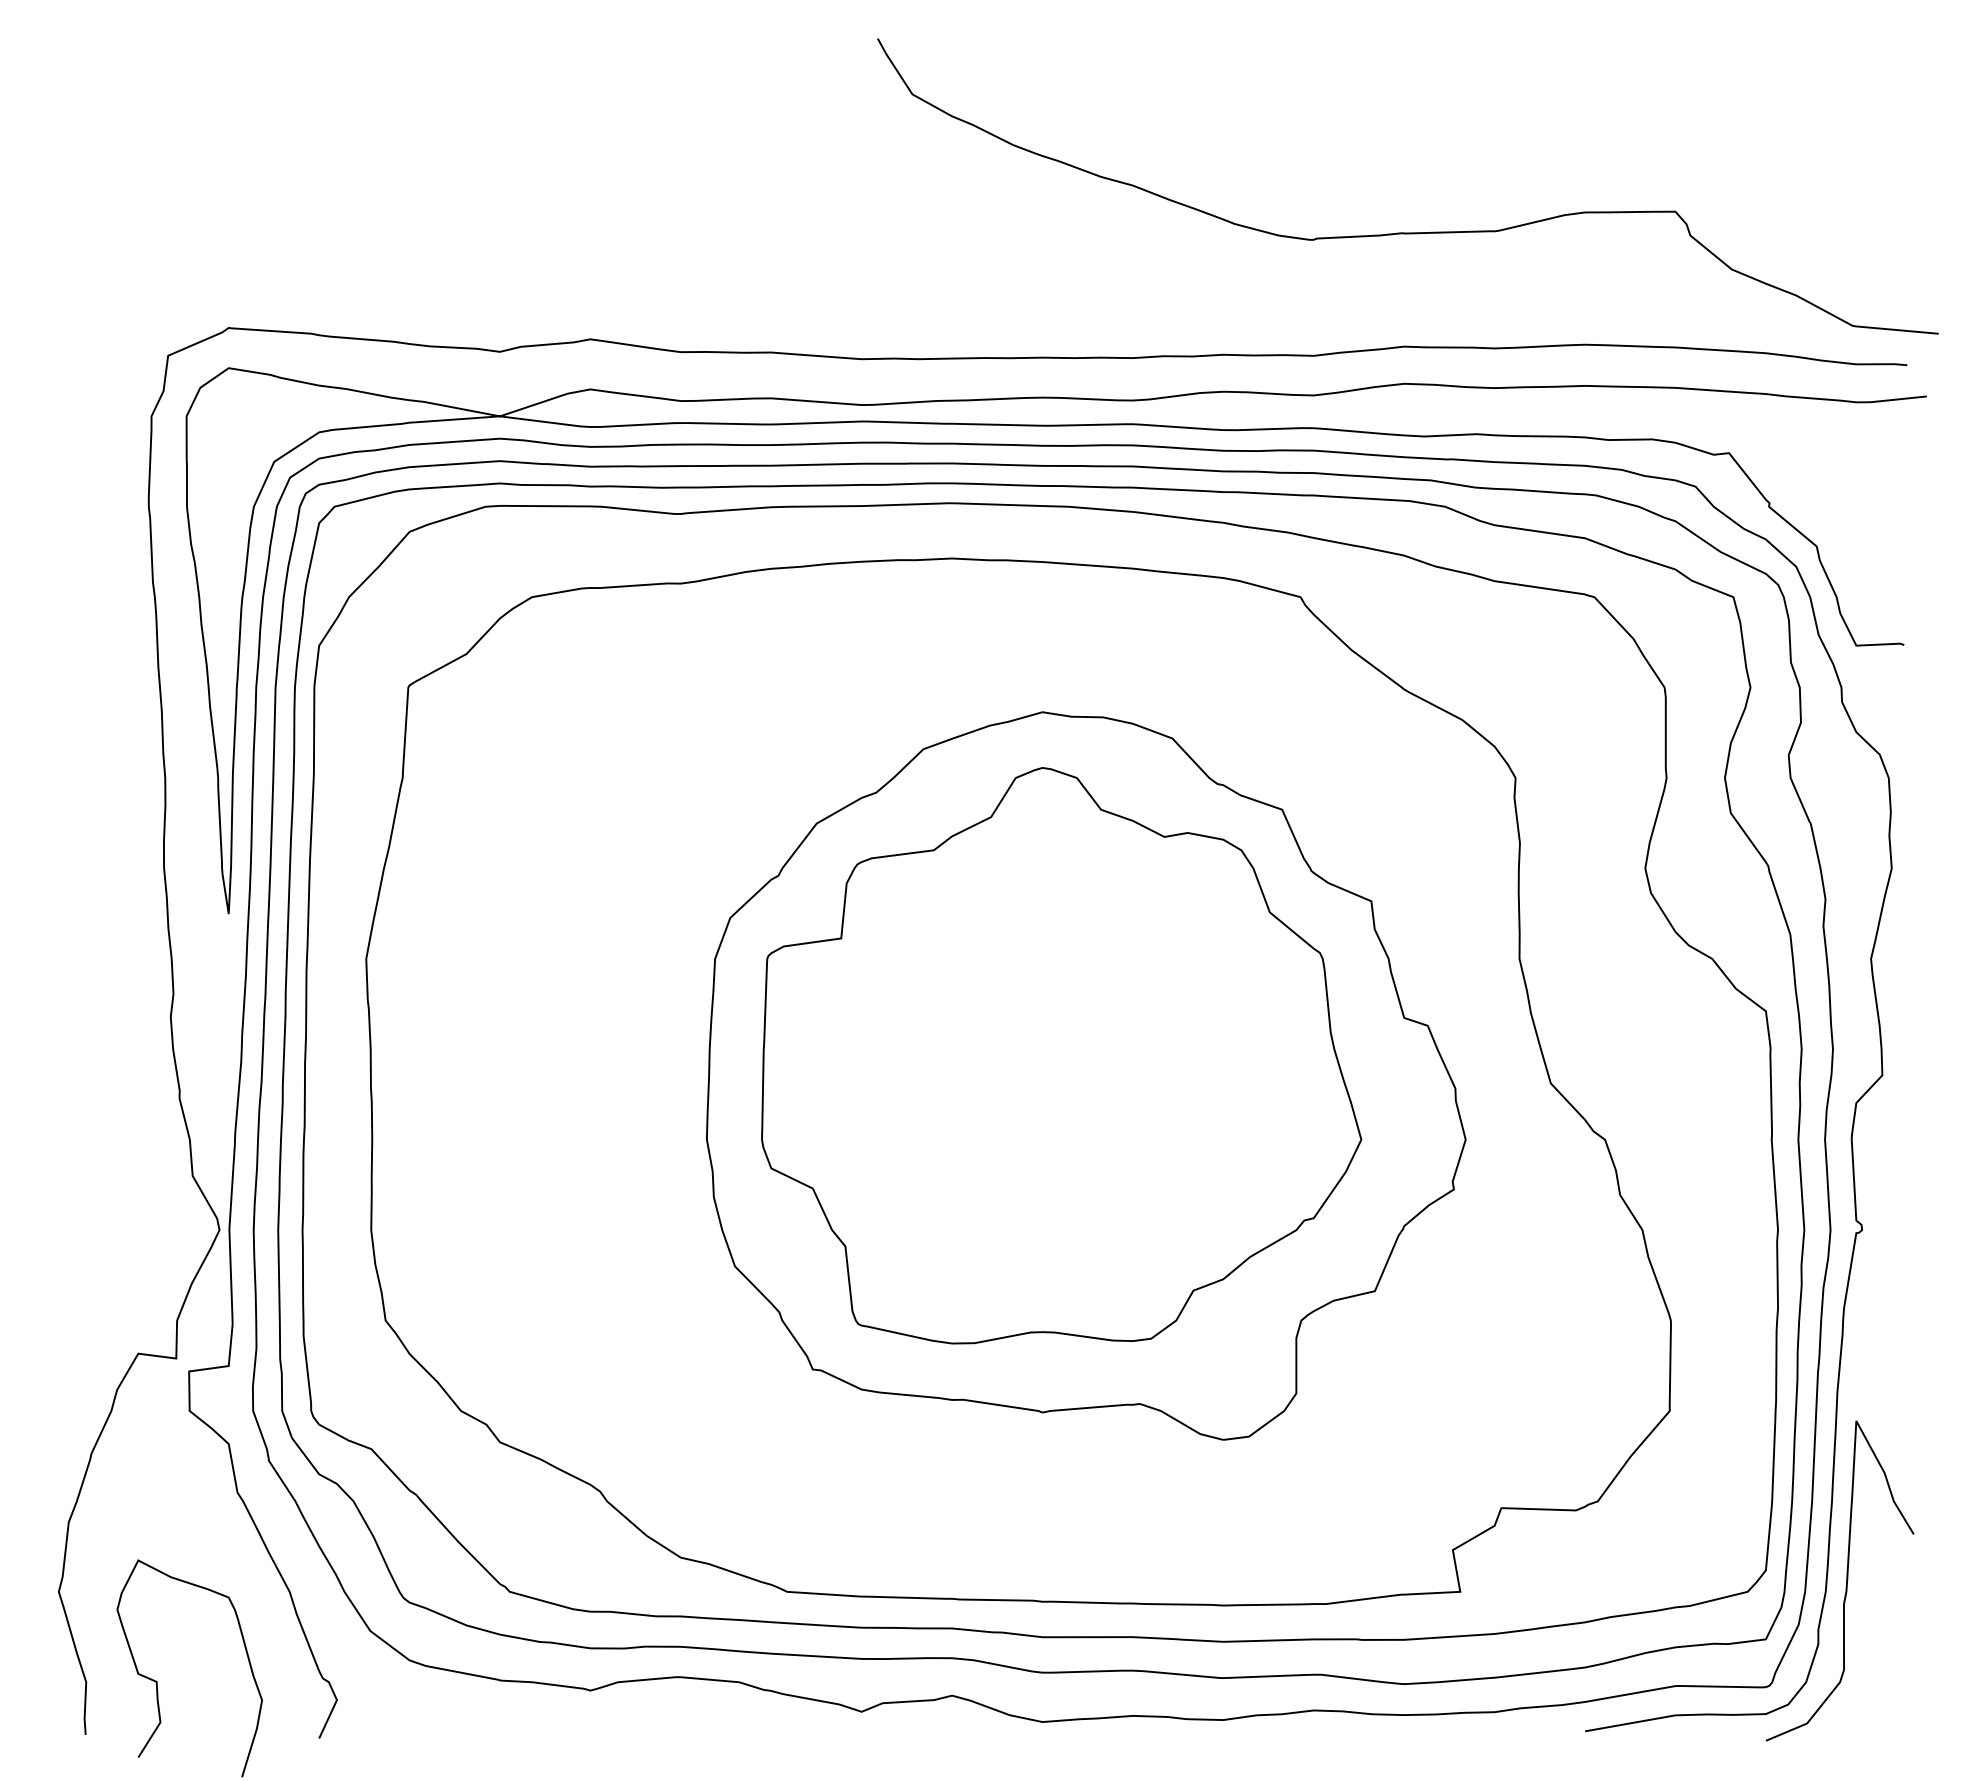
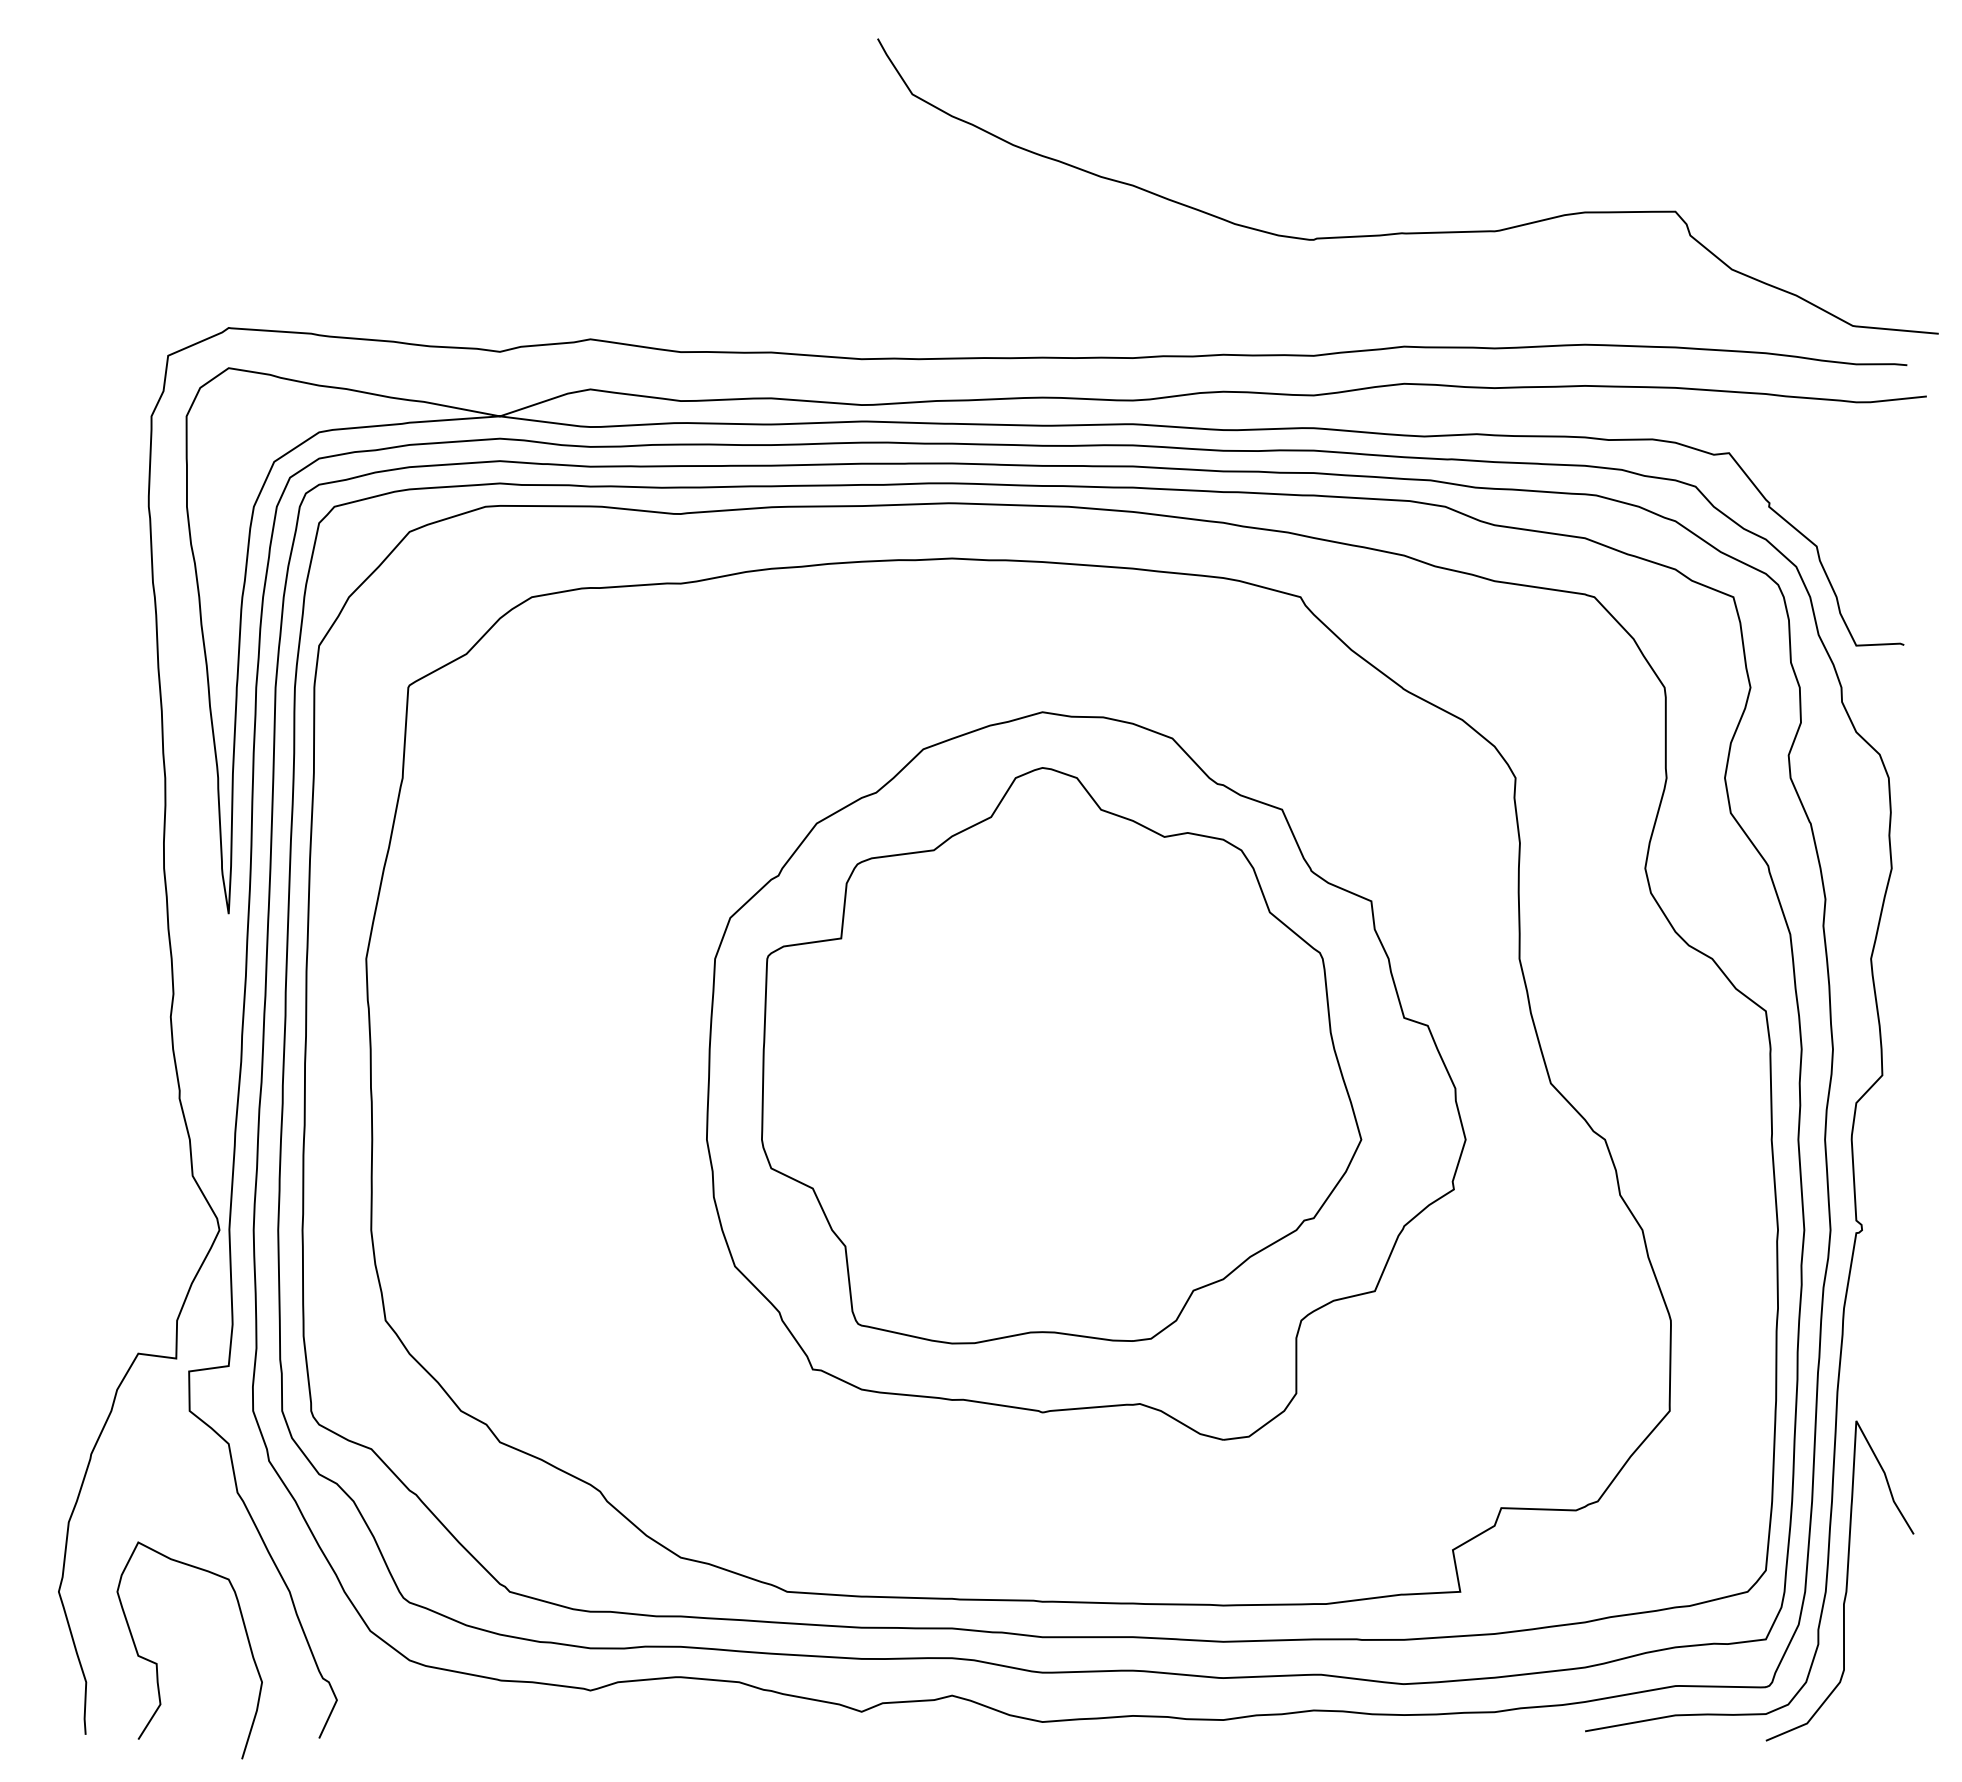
curve at (157, 1681) position: (157, 1681) -> (157, 1663)
